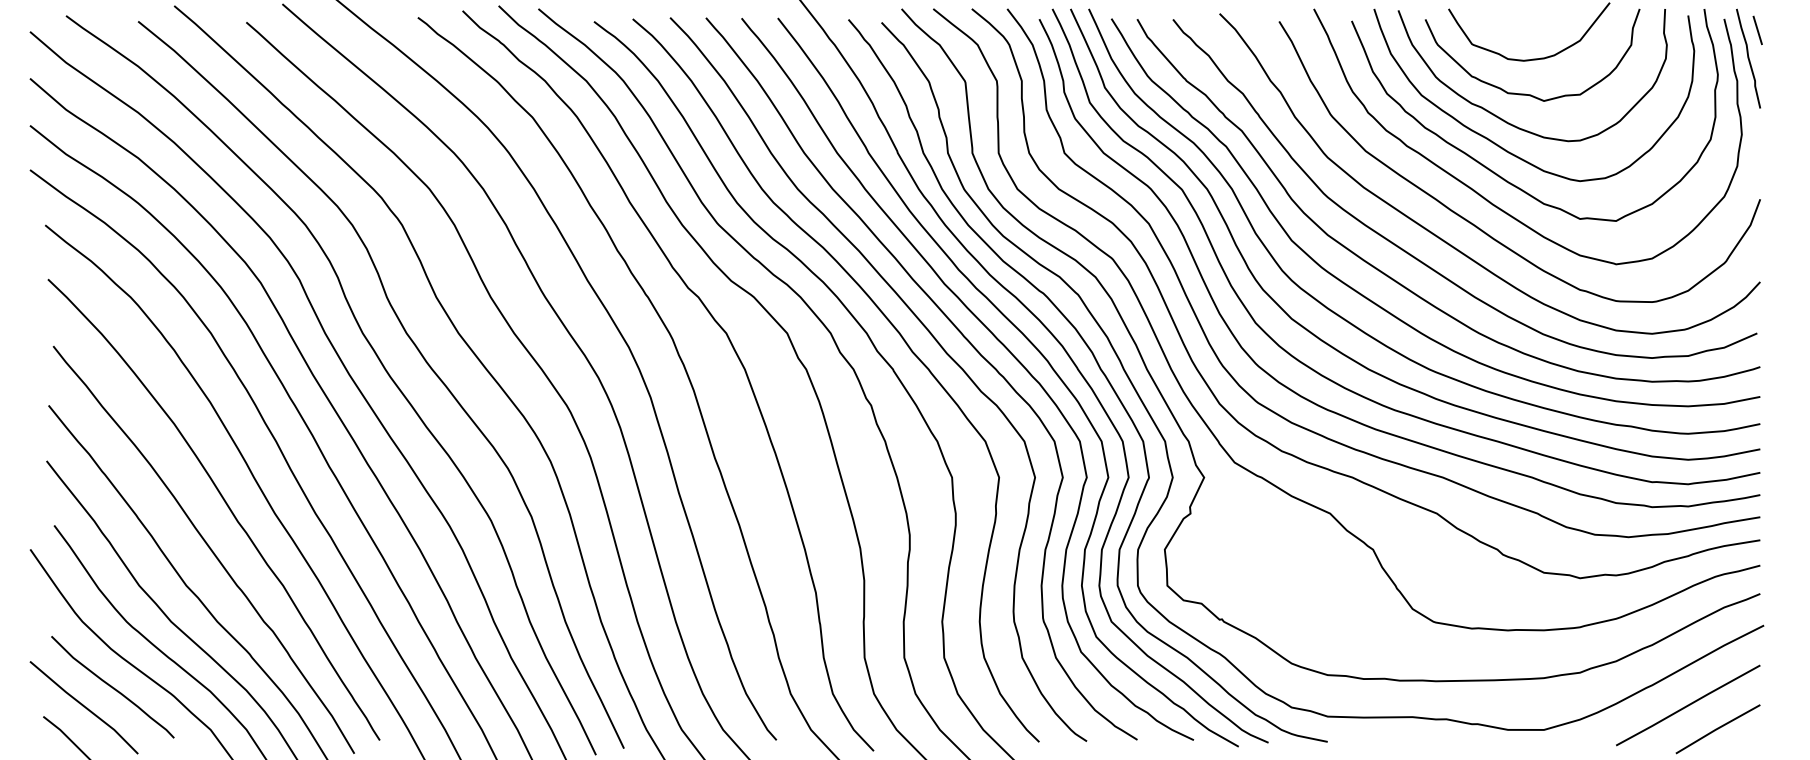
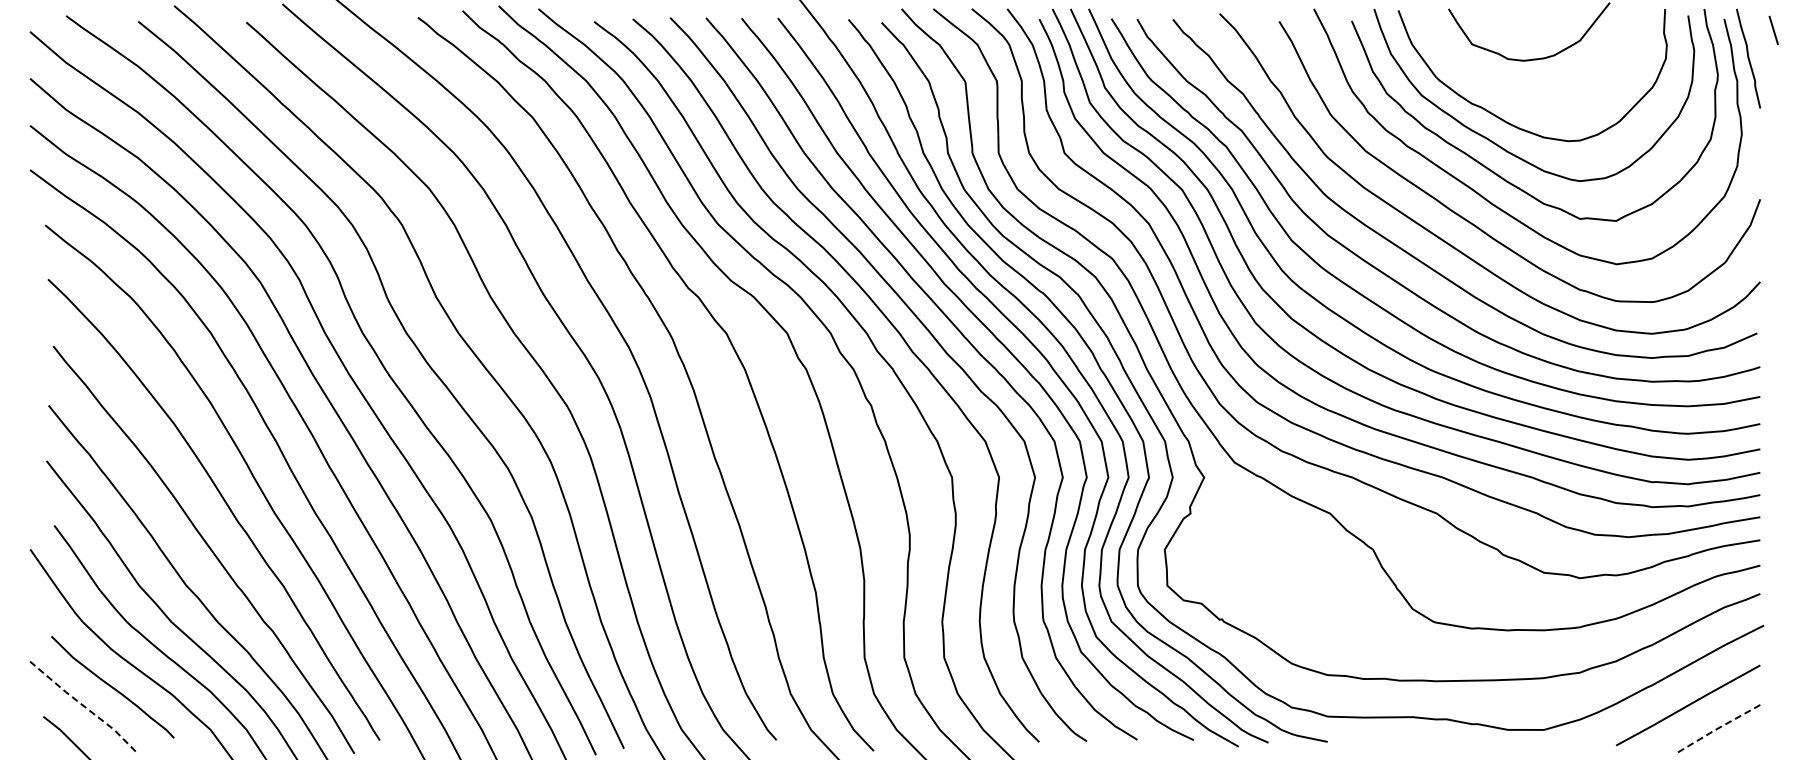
line at (1757, 30) position: (1757, 30) -> (1773, 30)
curve at (1525, 93): present -> none
line at (84, 706): solid -> dashed
line at (1717, 728): solid -> dashed
